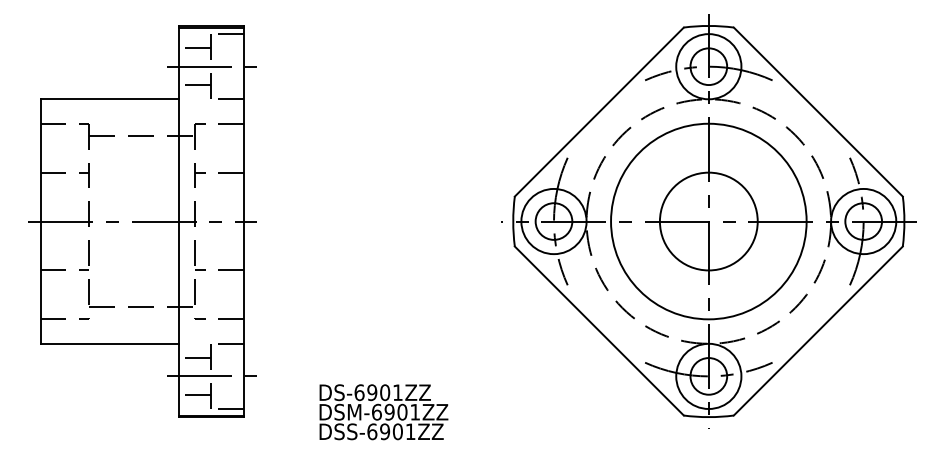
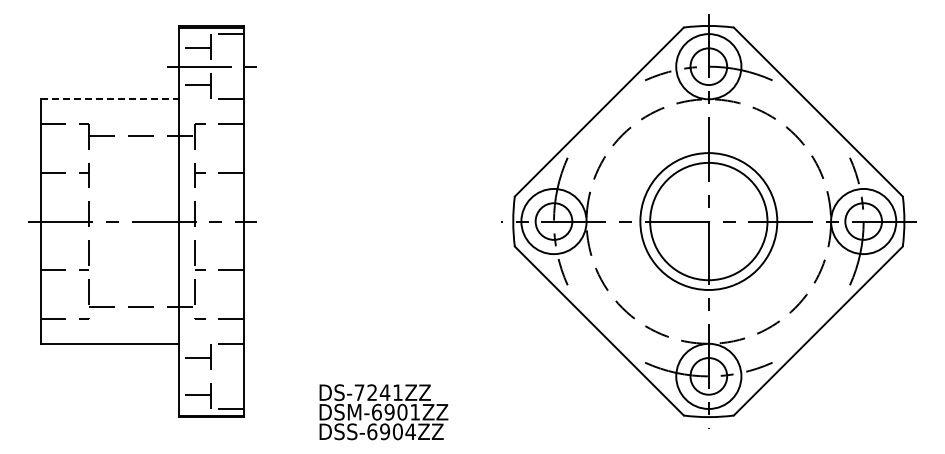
line at (110, 99): solid -> dashed
circle at (708, 221) diameter: 196 px -> 117 px
circle at (708, 221) diameter: 98 px -> 137 px
line at (211, 376): present -> none
text at (372, 392): DS-6901ZZ -> DS-7241ZZ
text at (410, 431): DSS-6901ZZ -> DSS-6904ZZ
